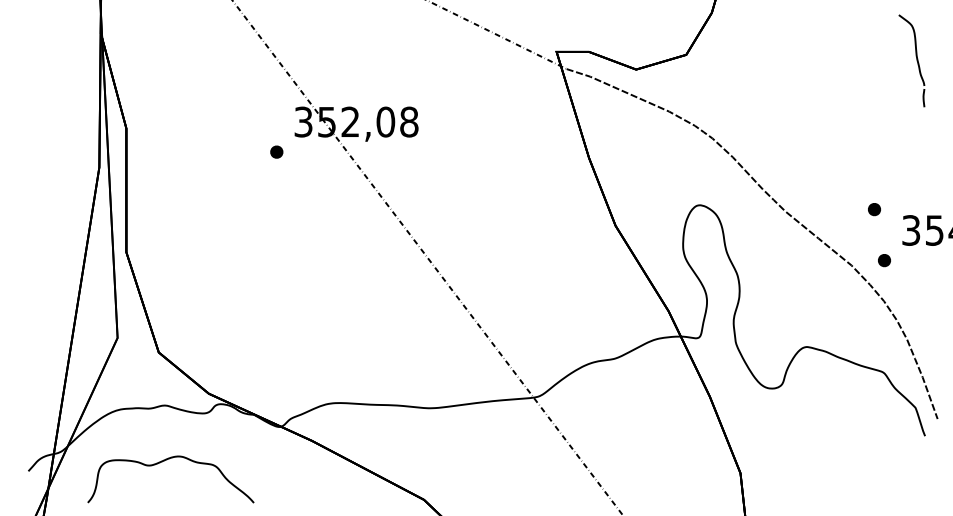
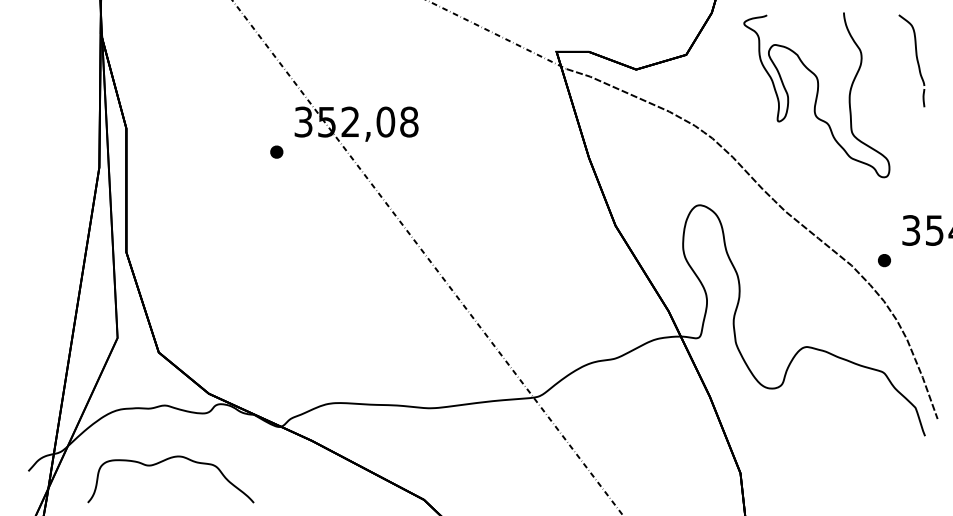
curve at (816, 95): none -> present
part at (874, 209): present -> none
